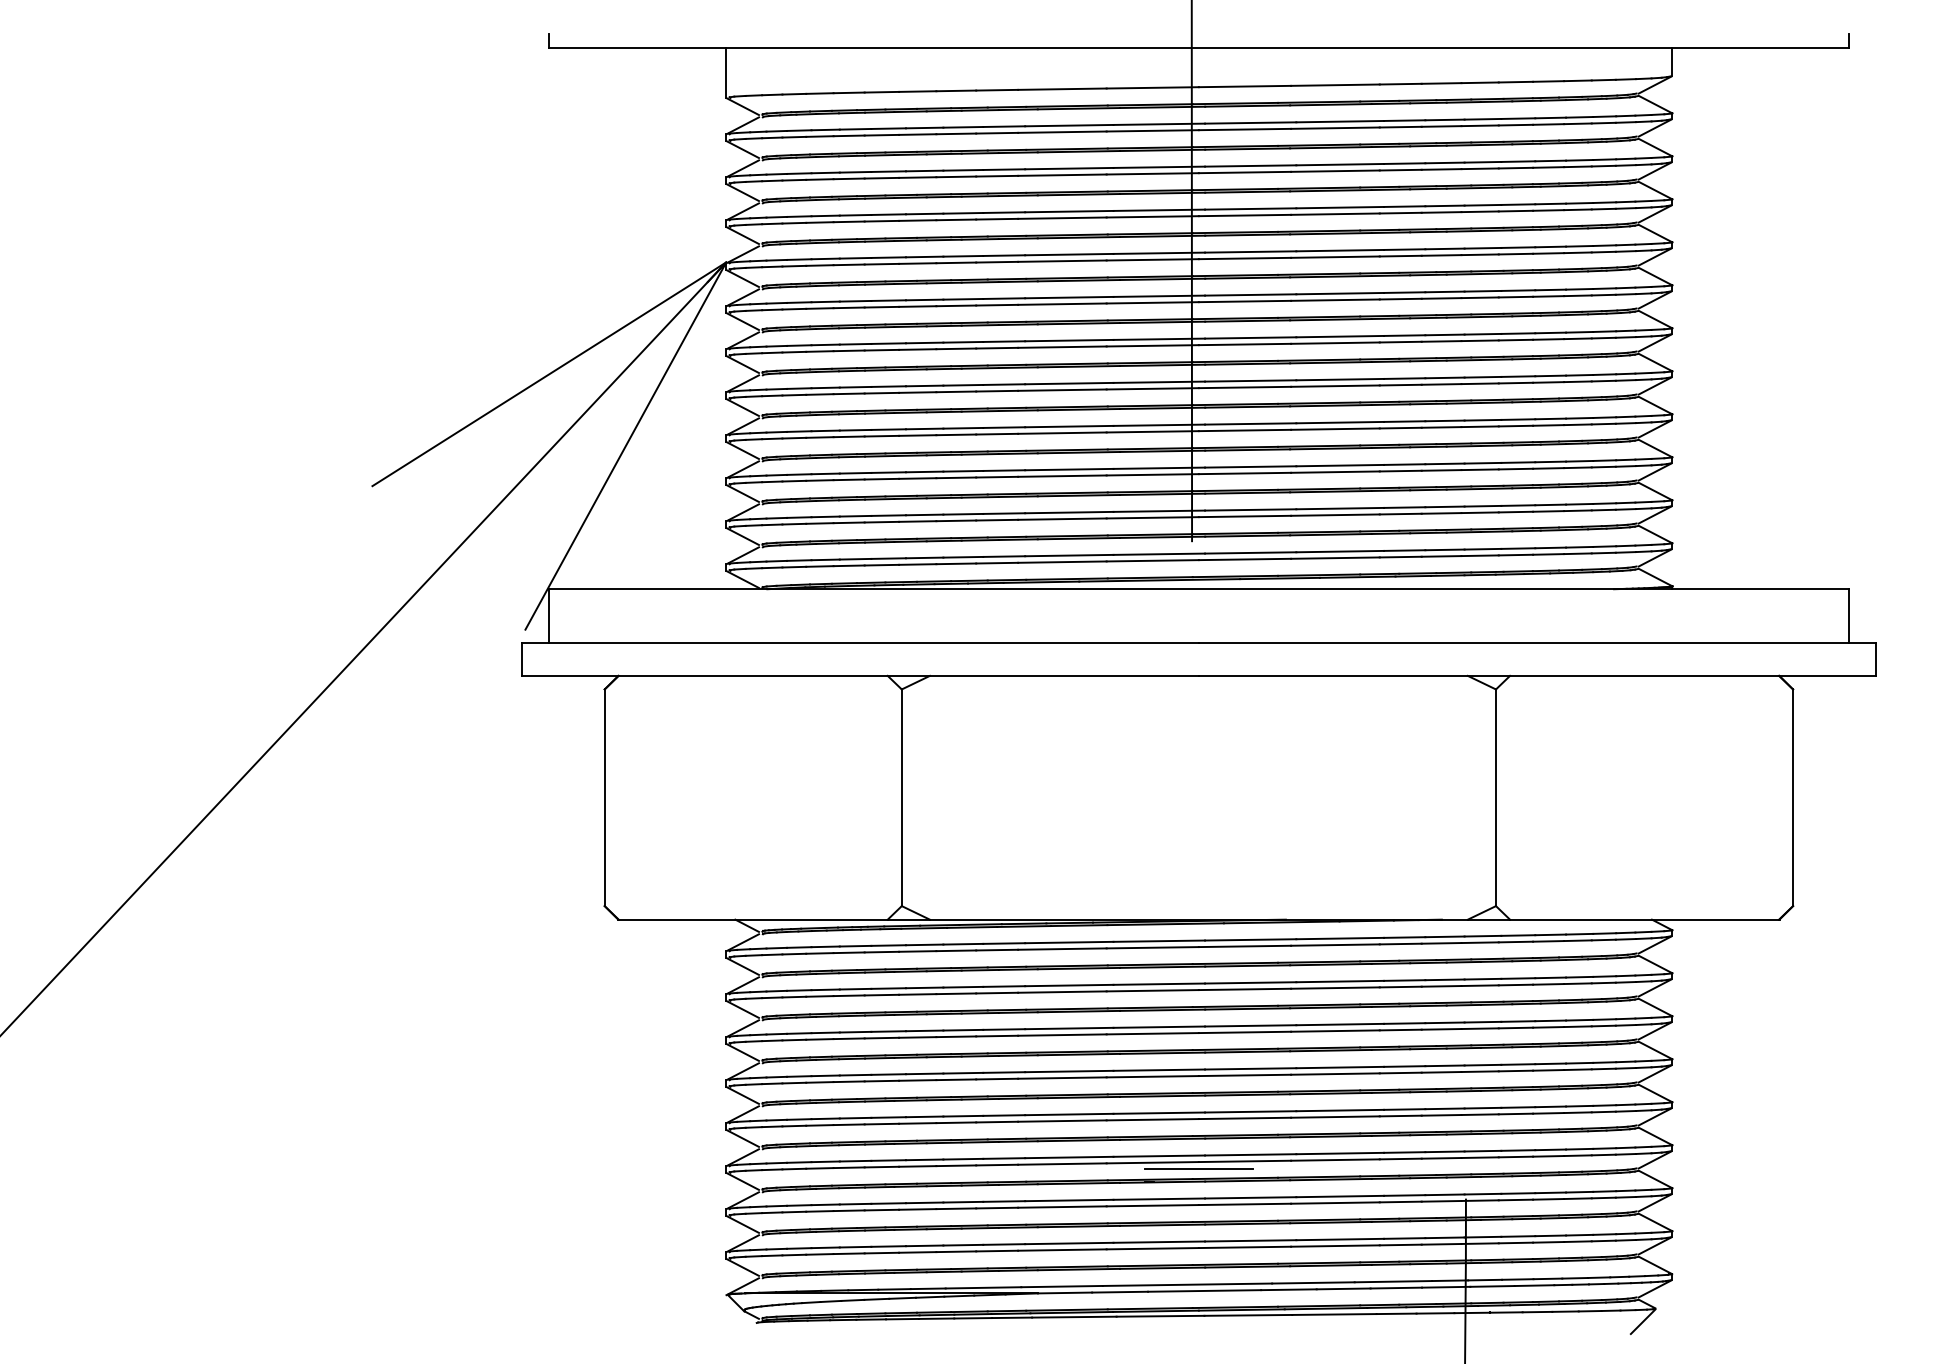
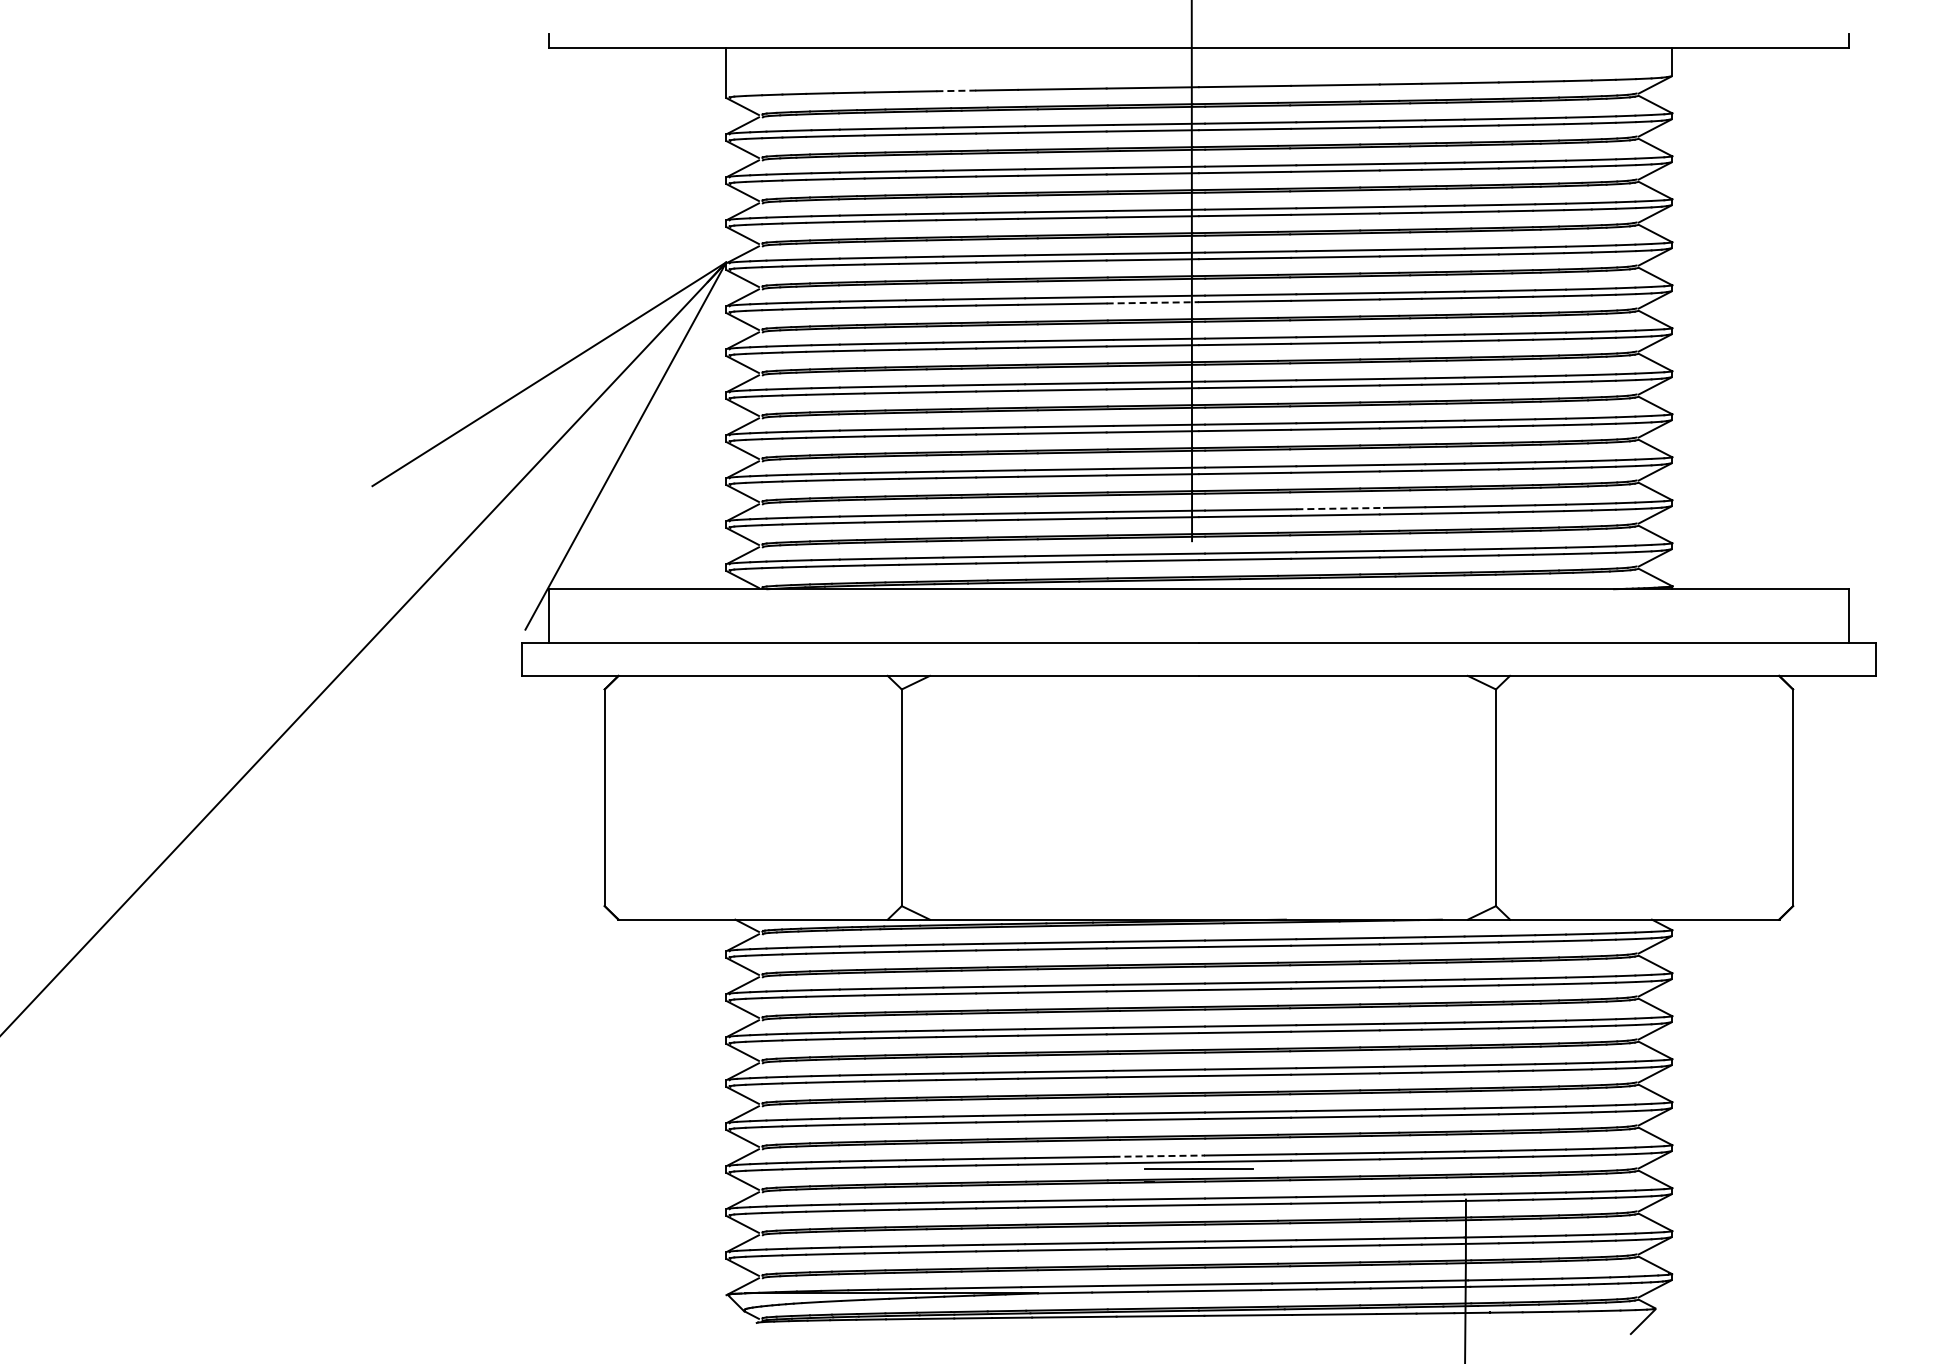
line at (956, 90): solid -> dashed
line at (1153, 302): solid -> dashed
line at (1340, 508): solid -> dashed
line at (1159, 1156): solid -> dashed
